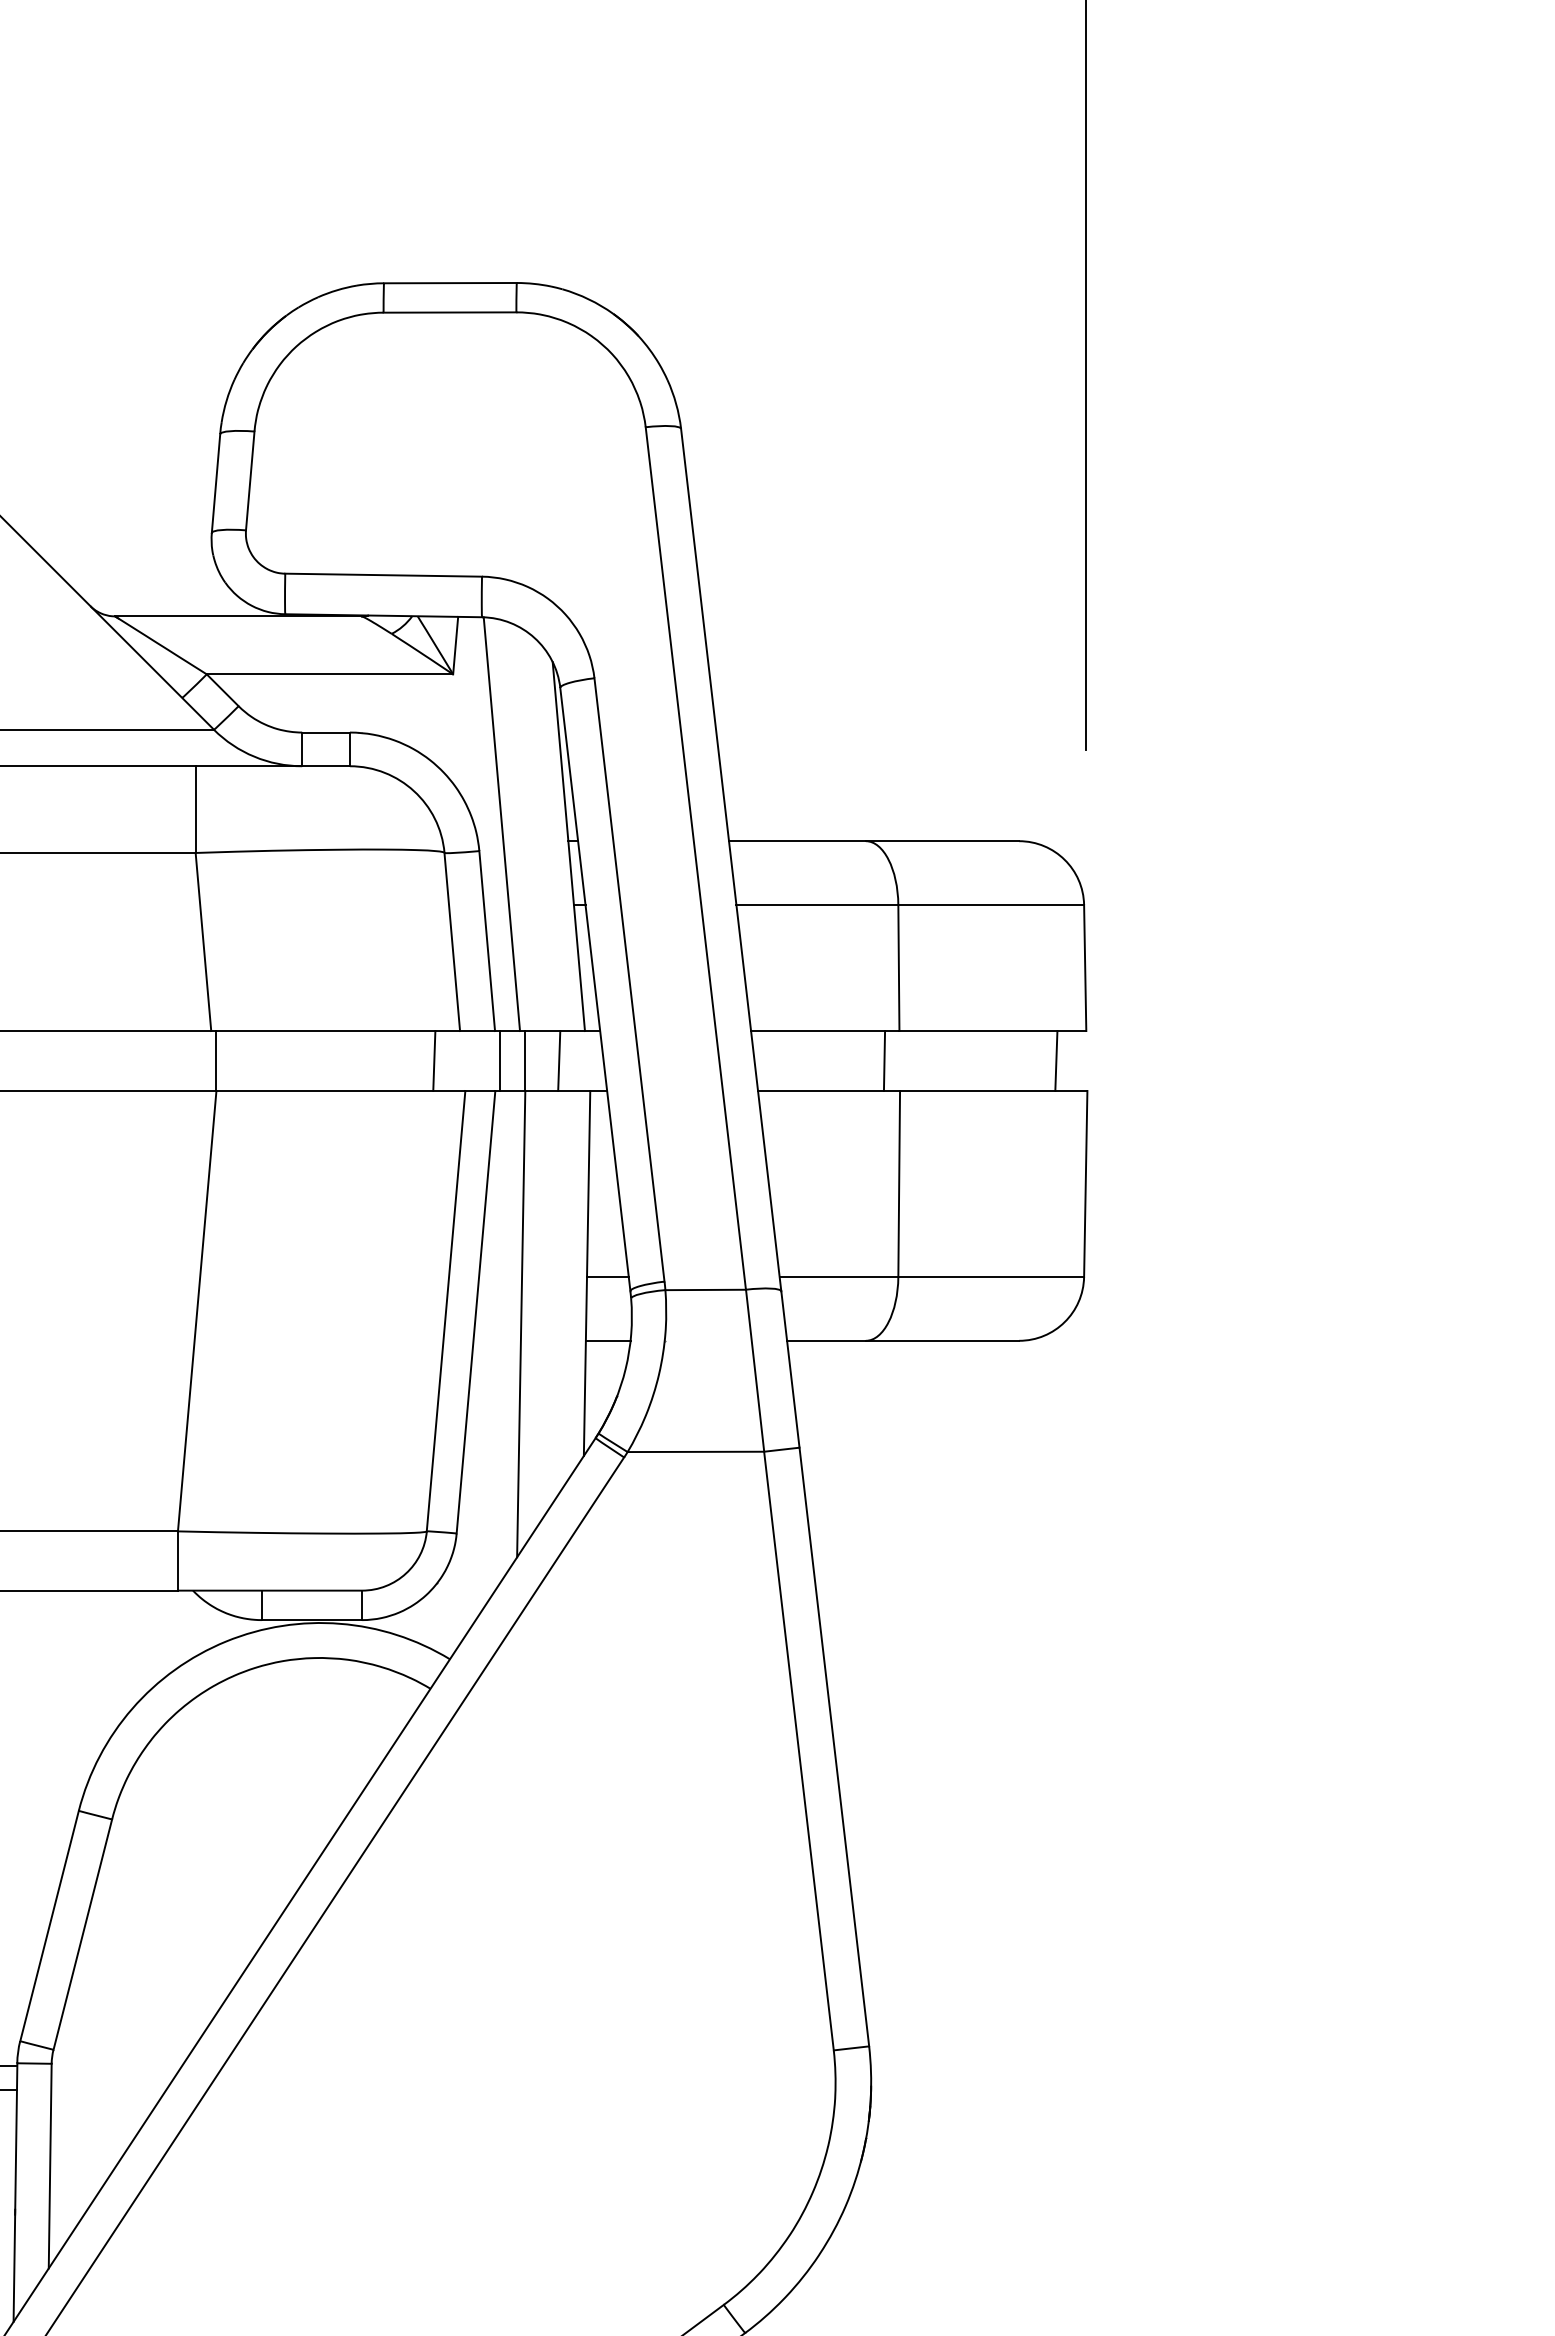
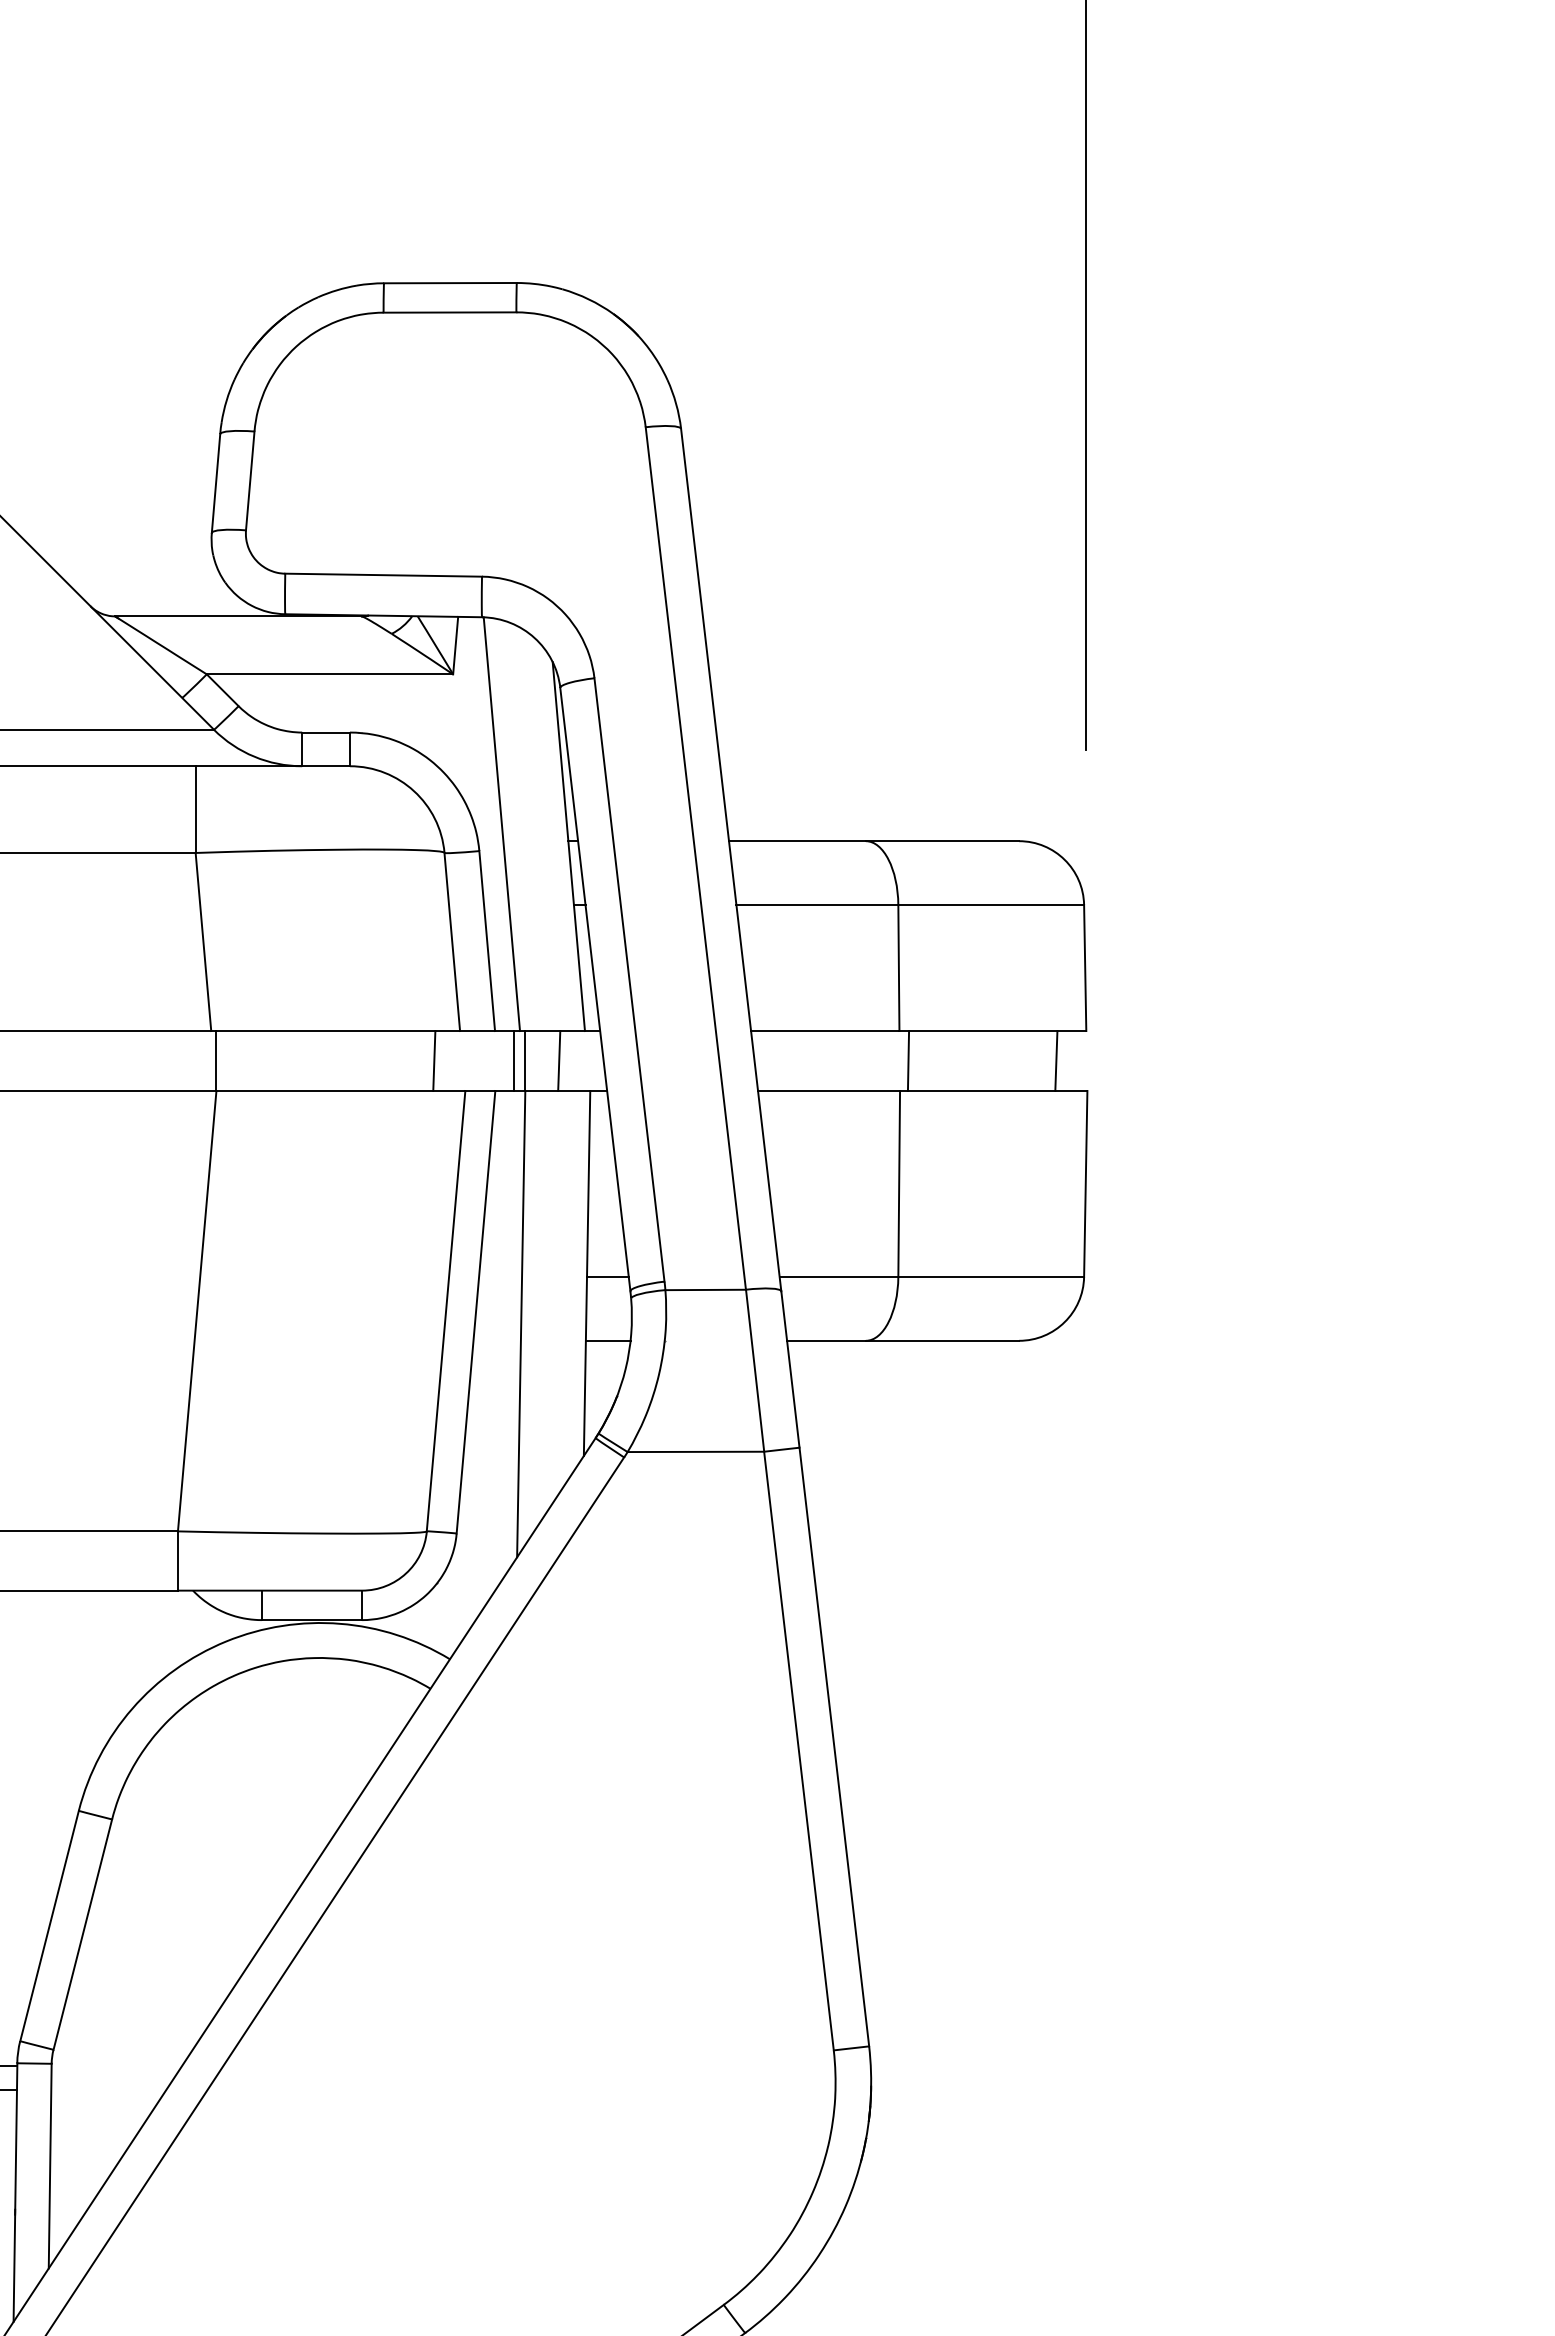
line at (500, 1061) position: (500, 1061) -> (514, 1061)
line at (884, 1061) position: (884, 1061) -> (908, 1061)
